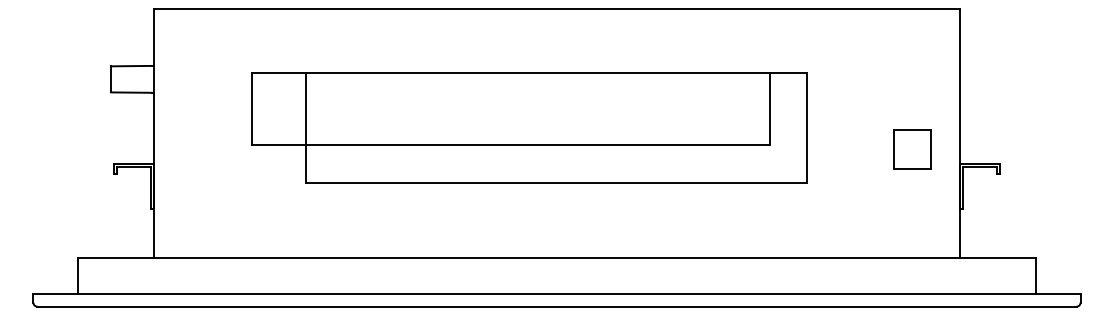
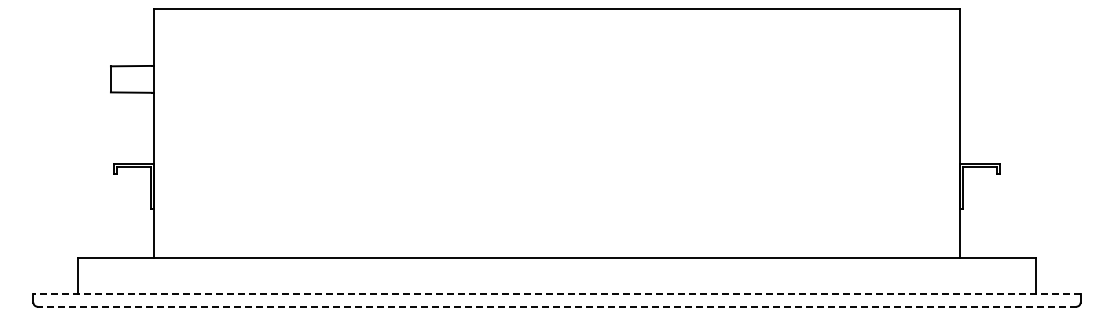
part at (529, 127): present -> none
part at (912, 149): present -> none
line at (557, 294): solid -> dashed
line at (557, 306): solid -> dashed
